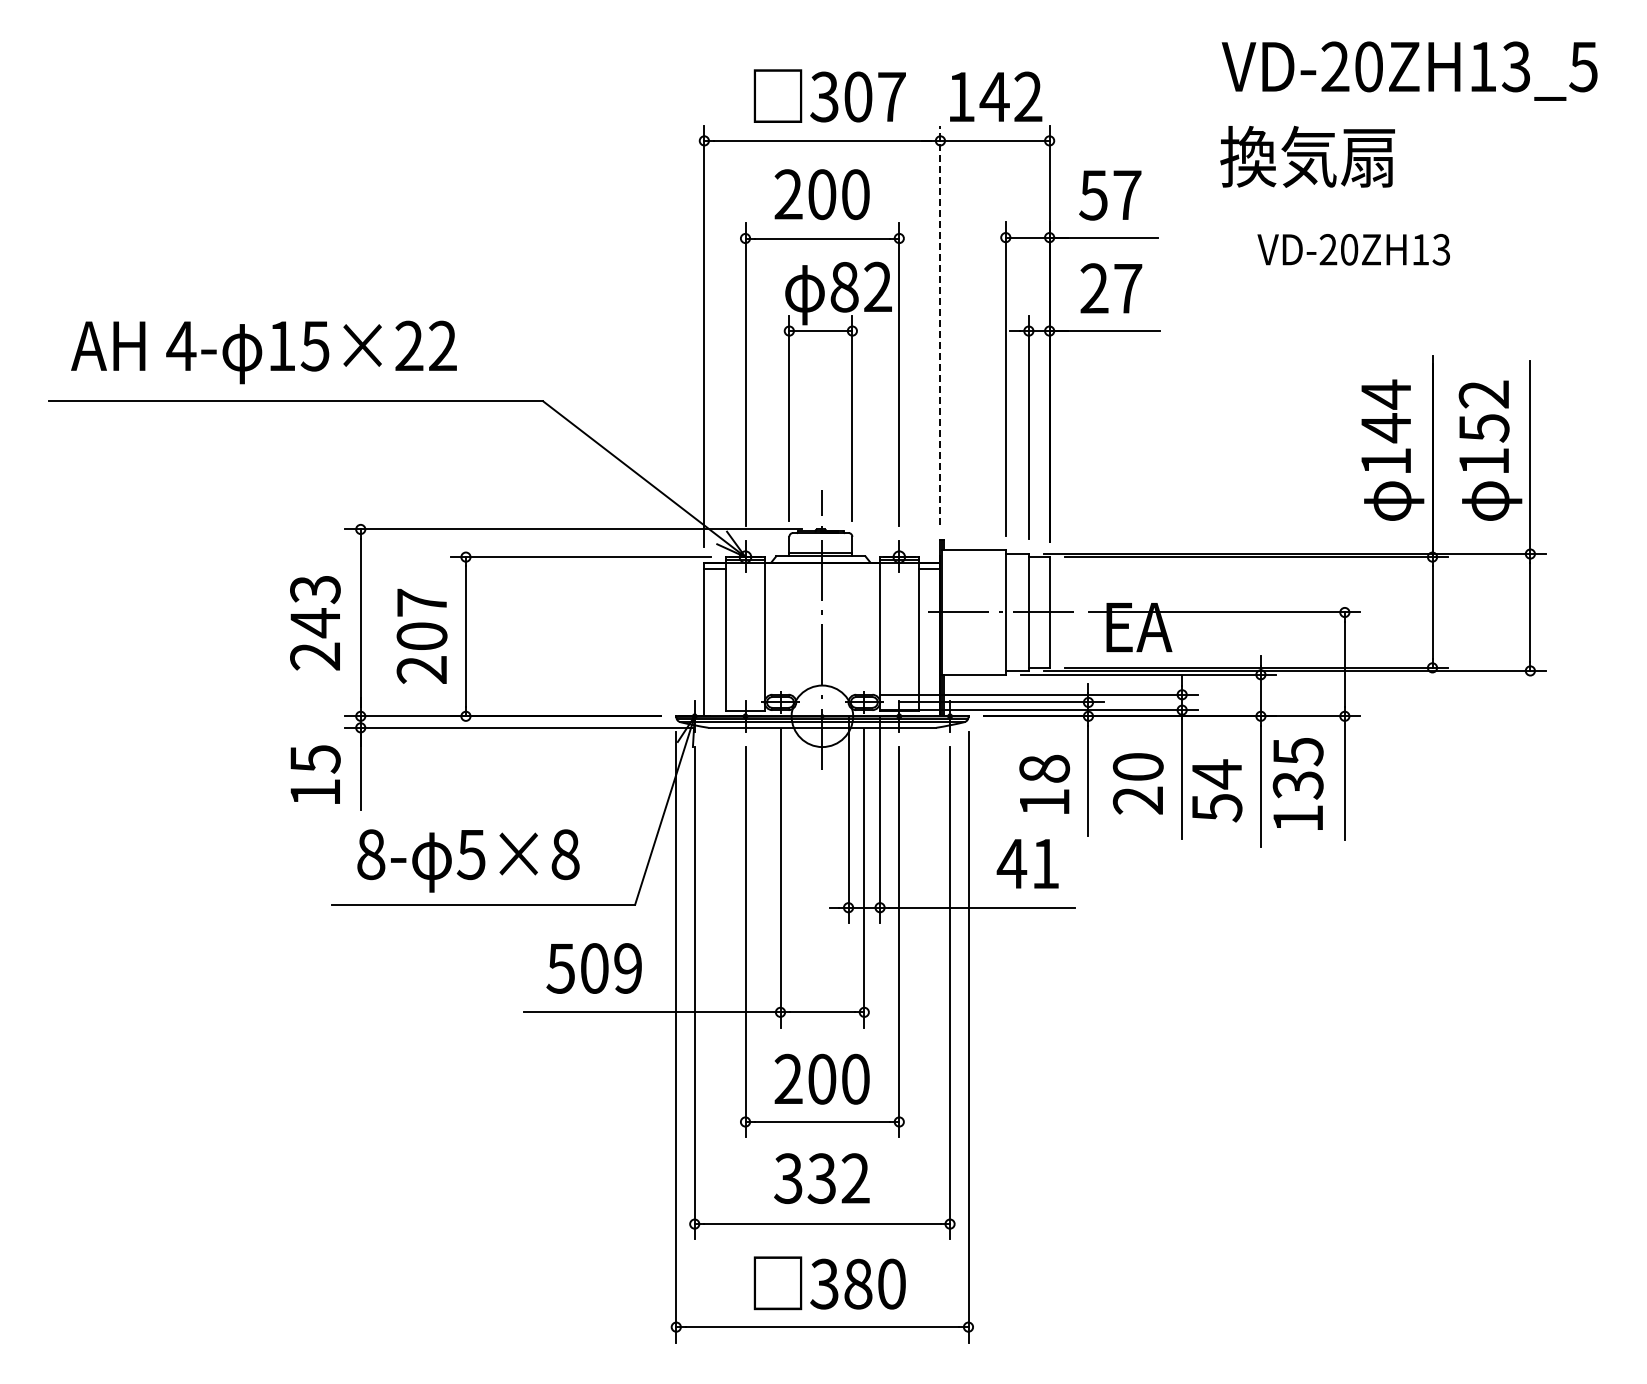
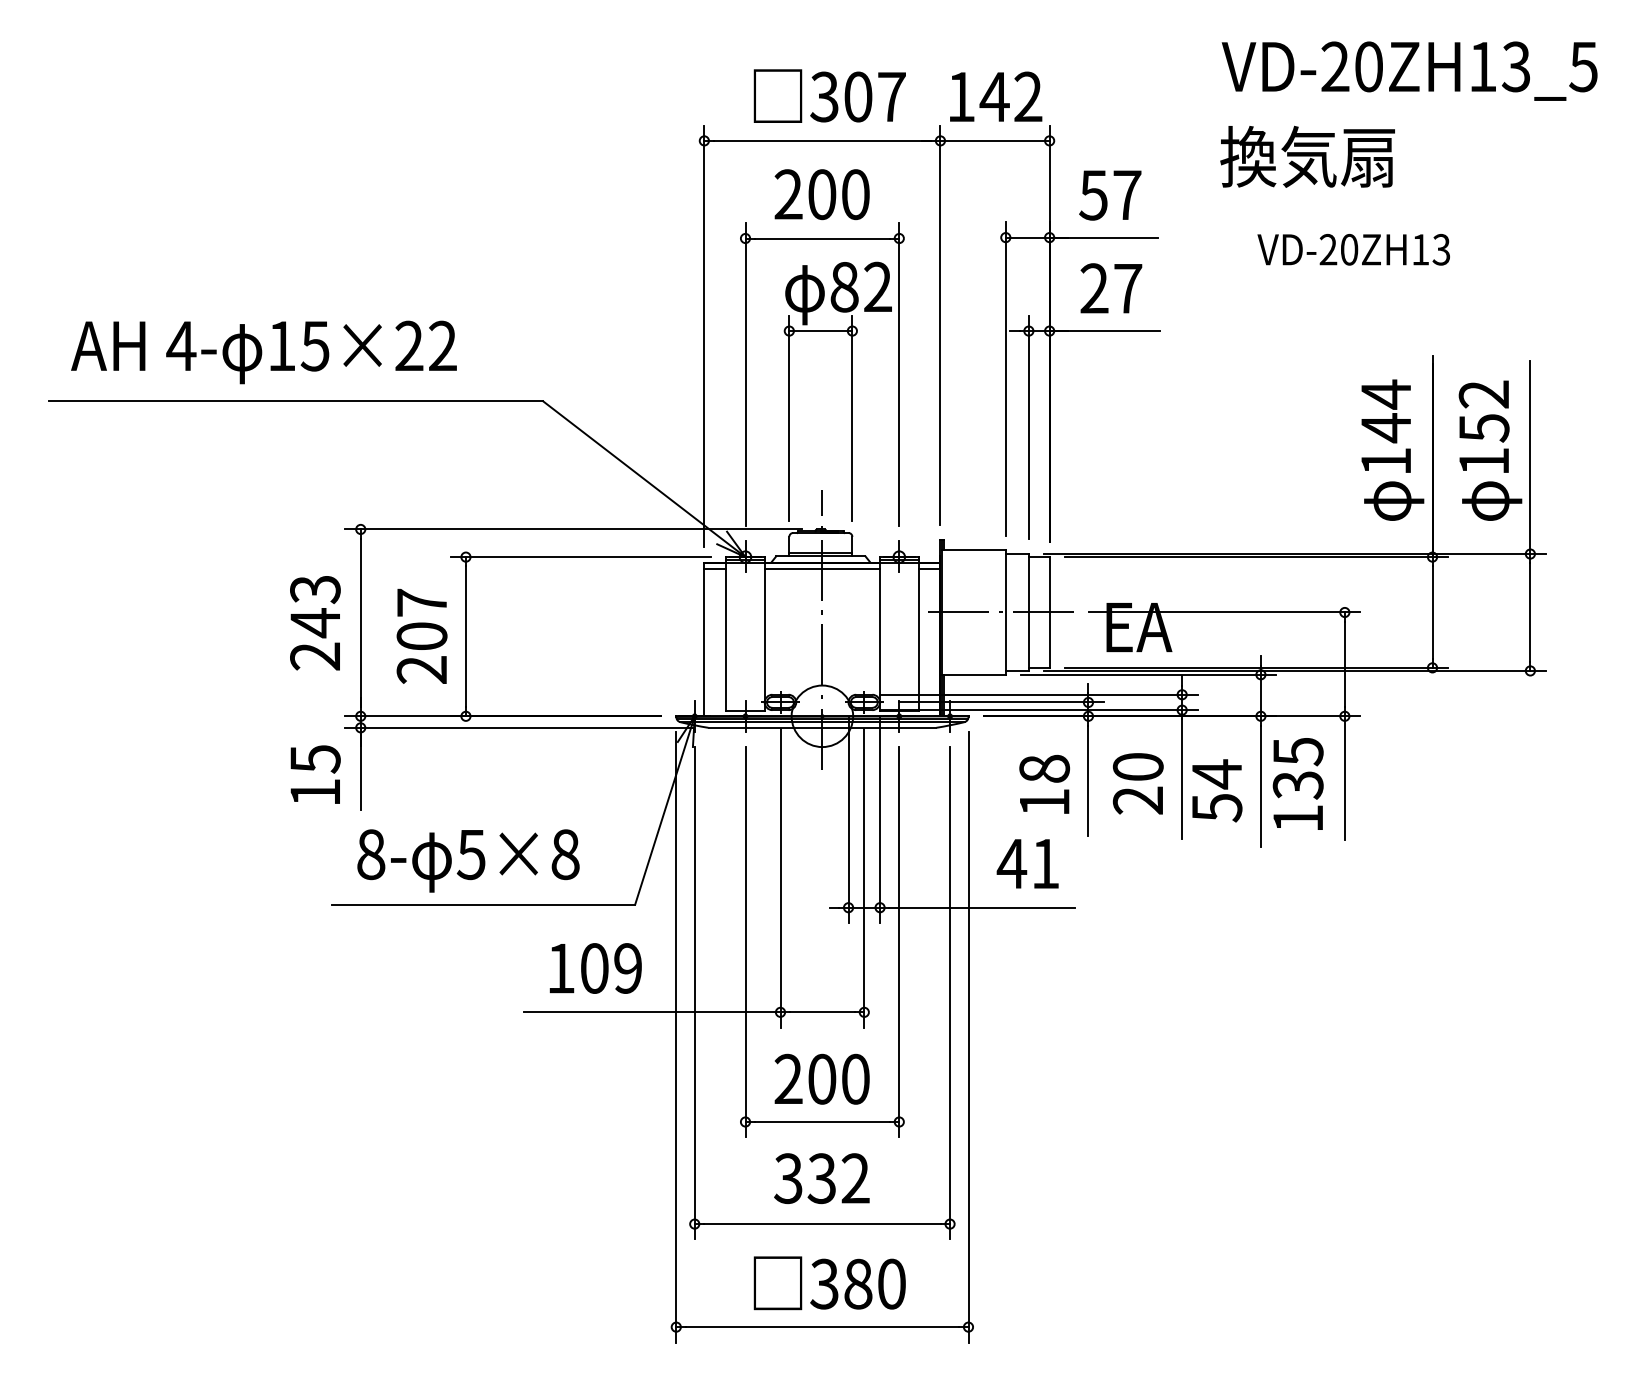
line at (940, 325): dashed -> solid
line at (822, 568): none -> present
text at (560, 968): 509 -> 109
